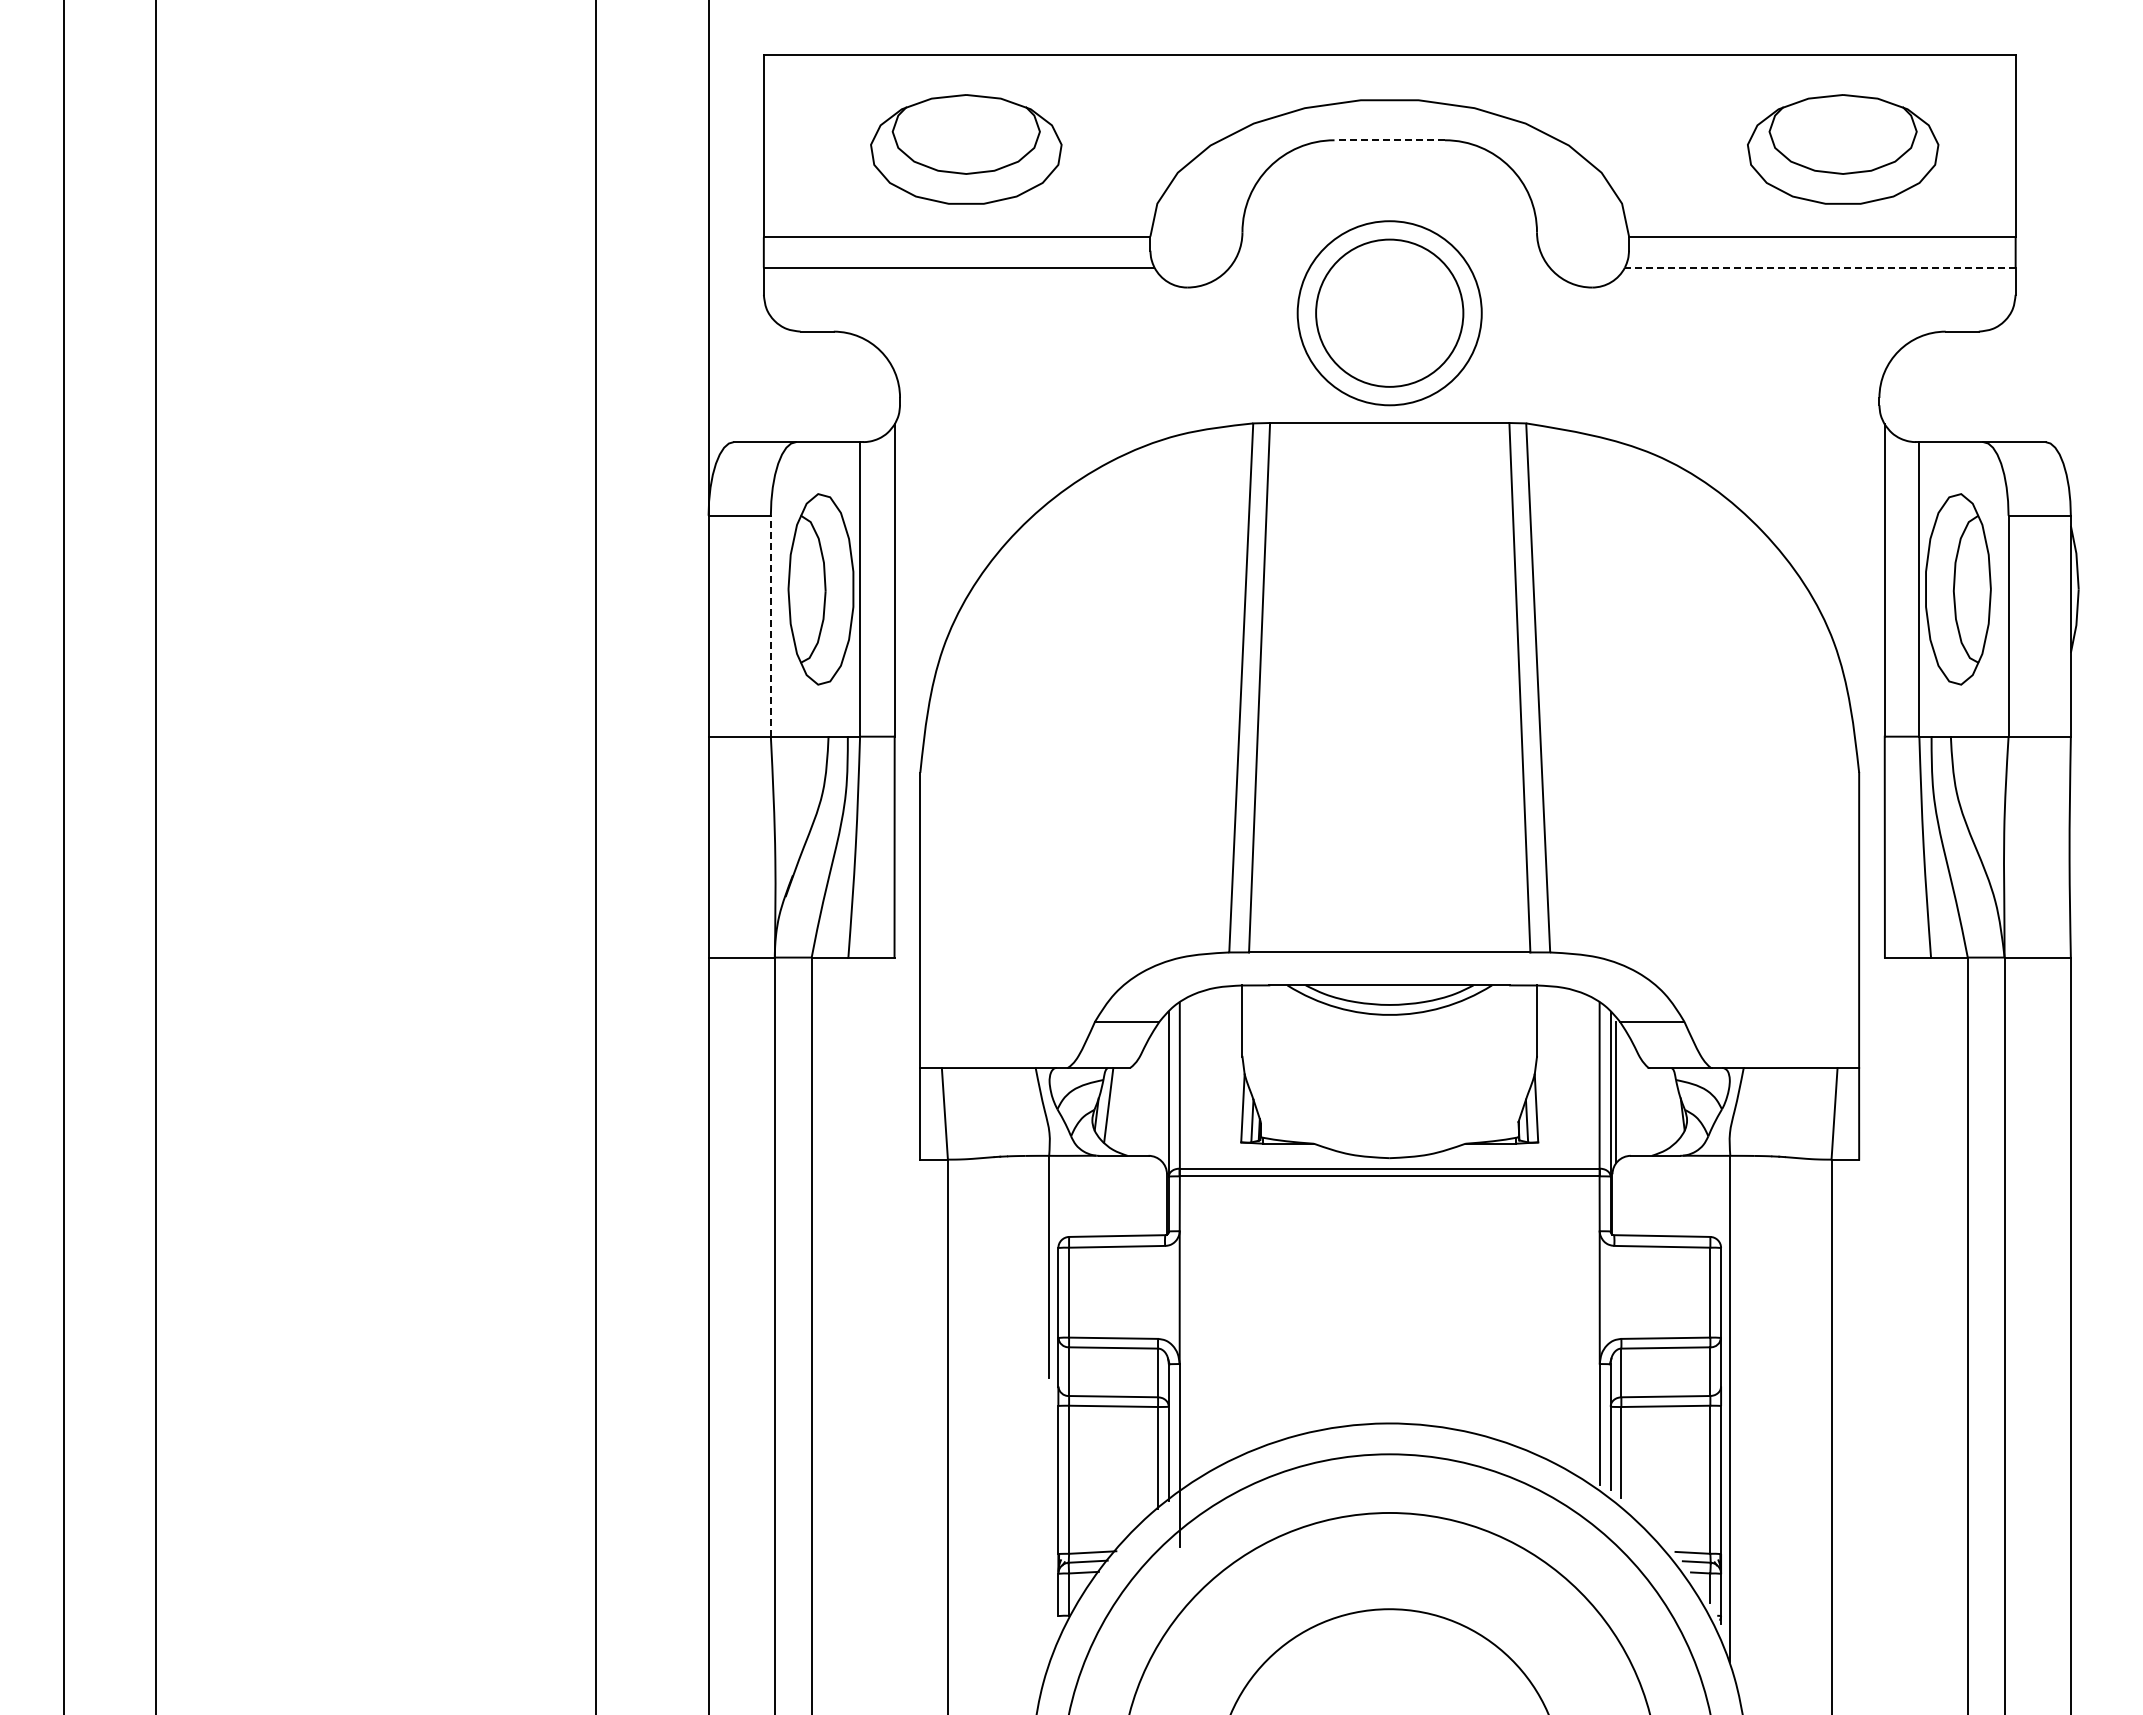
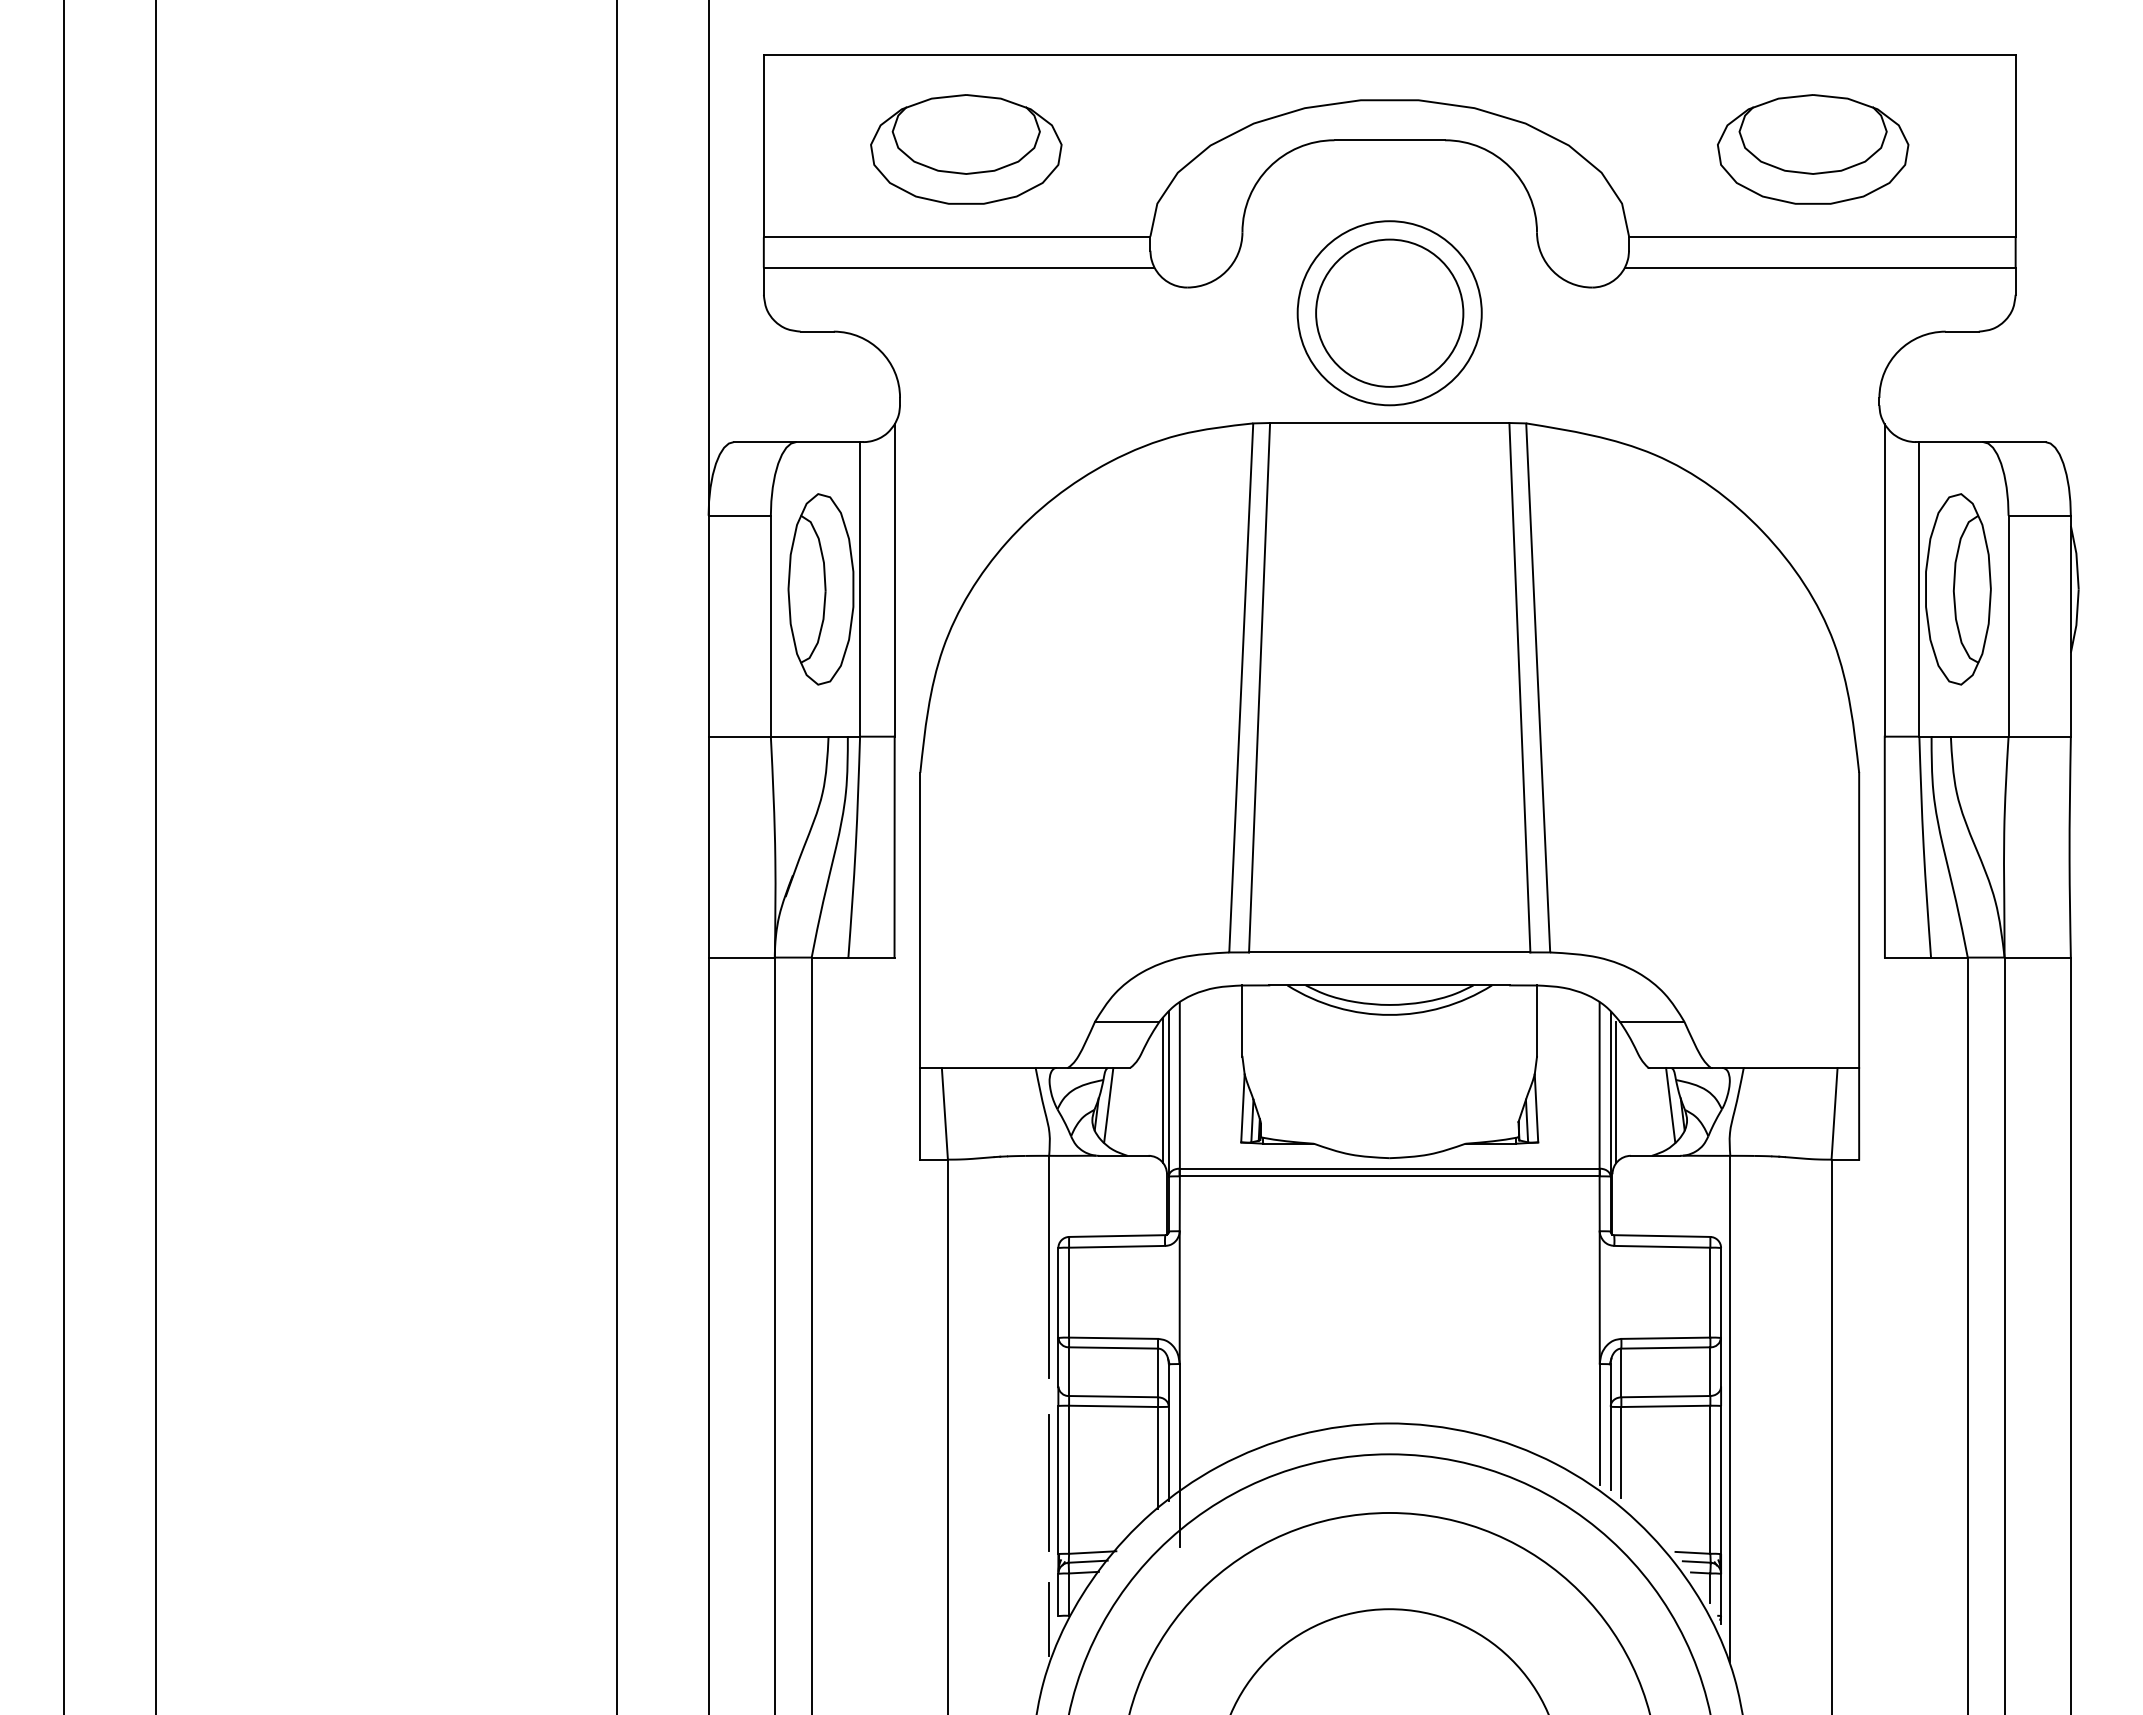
line at (1389, 140): dashed -> solid
part at (1843, 149) position: (1843, 149) -> (1813, 149)
line at (1819, 267): dashed -> solid
line at (770, 625): dashed -> solid
line at (595, 856) position: (595, 856) -> (616, 856)
line at (1163, 1090): none -> present
line at (1670, 1105): none -> present
line at (1049, 1482): none -> present
line at (1049, 1619): none -> present
